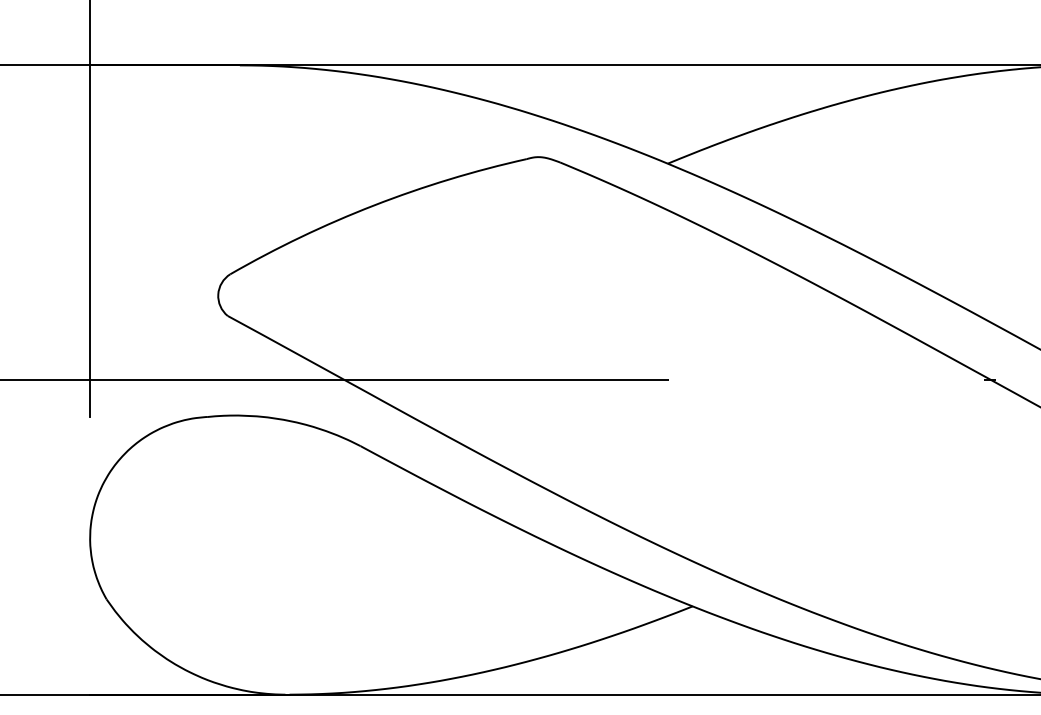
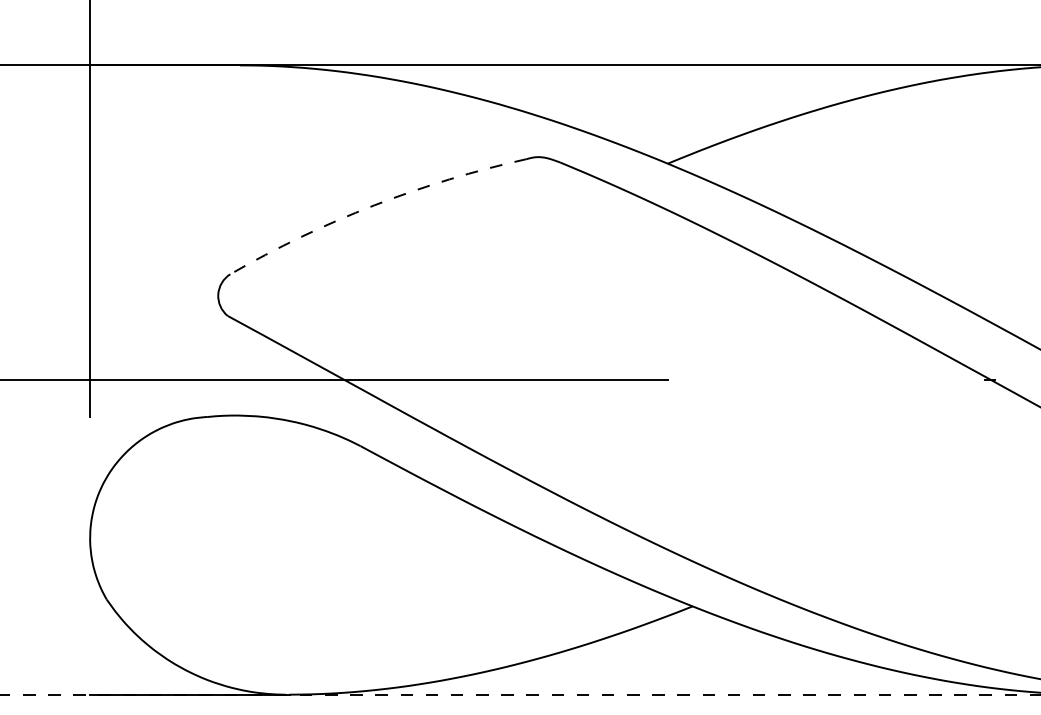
arc at (374, 205): solid -> dashed
line at (521, 694): solid -> dashed
